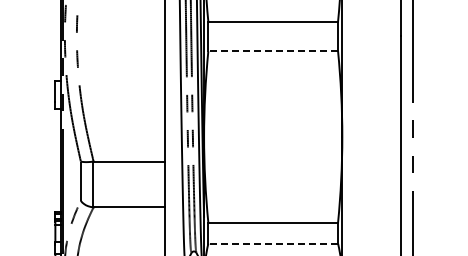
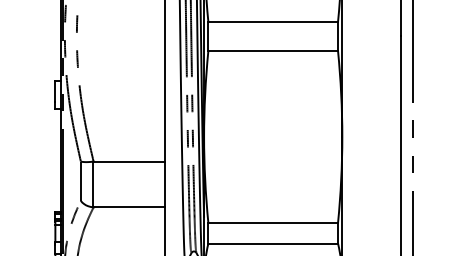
line at (273, 51): dashed -> solid
line at (273, 243): dashed -> solid
